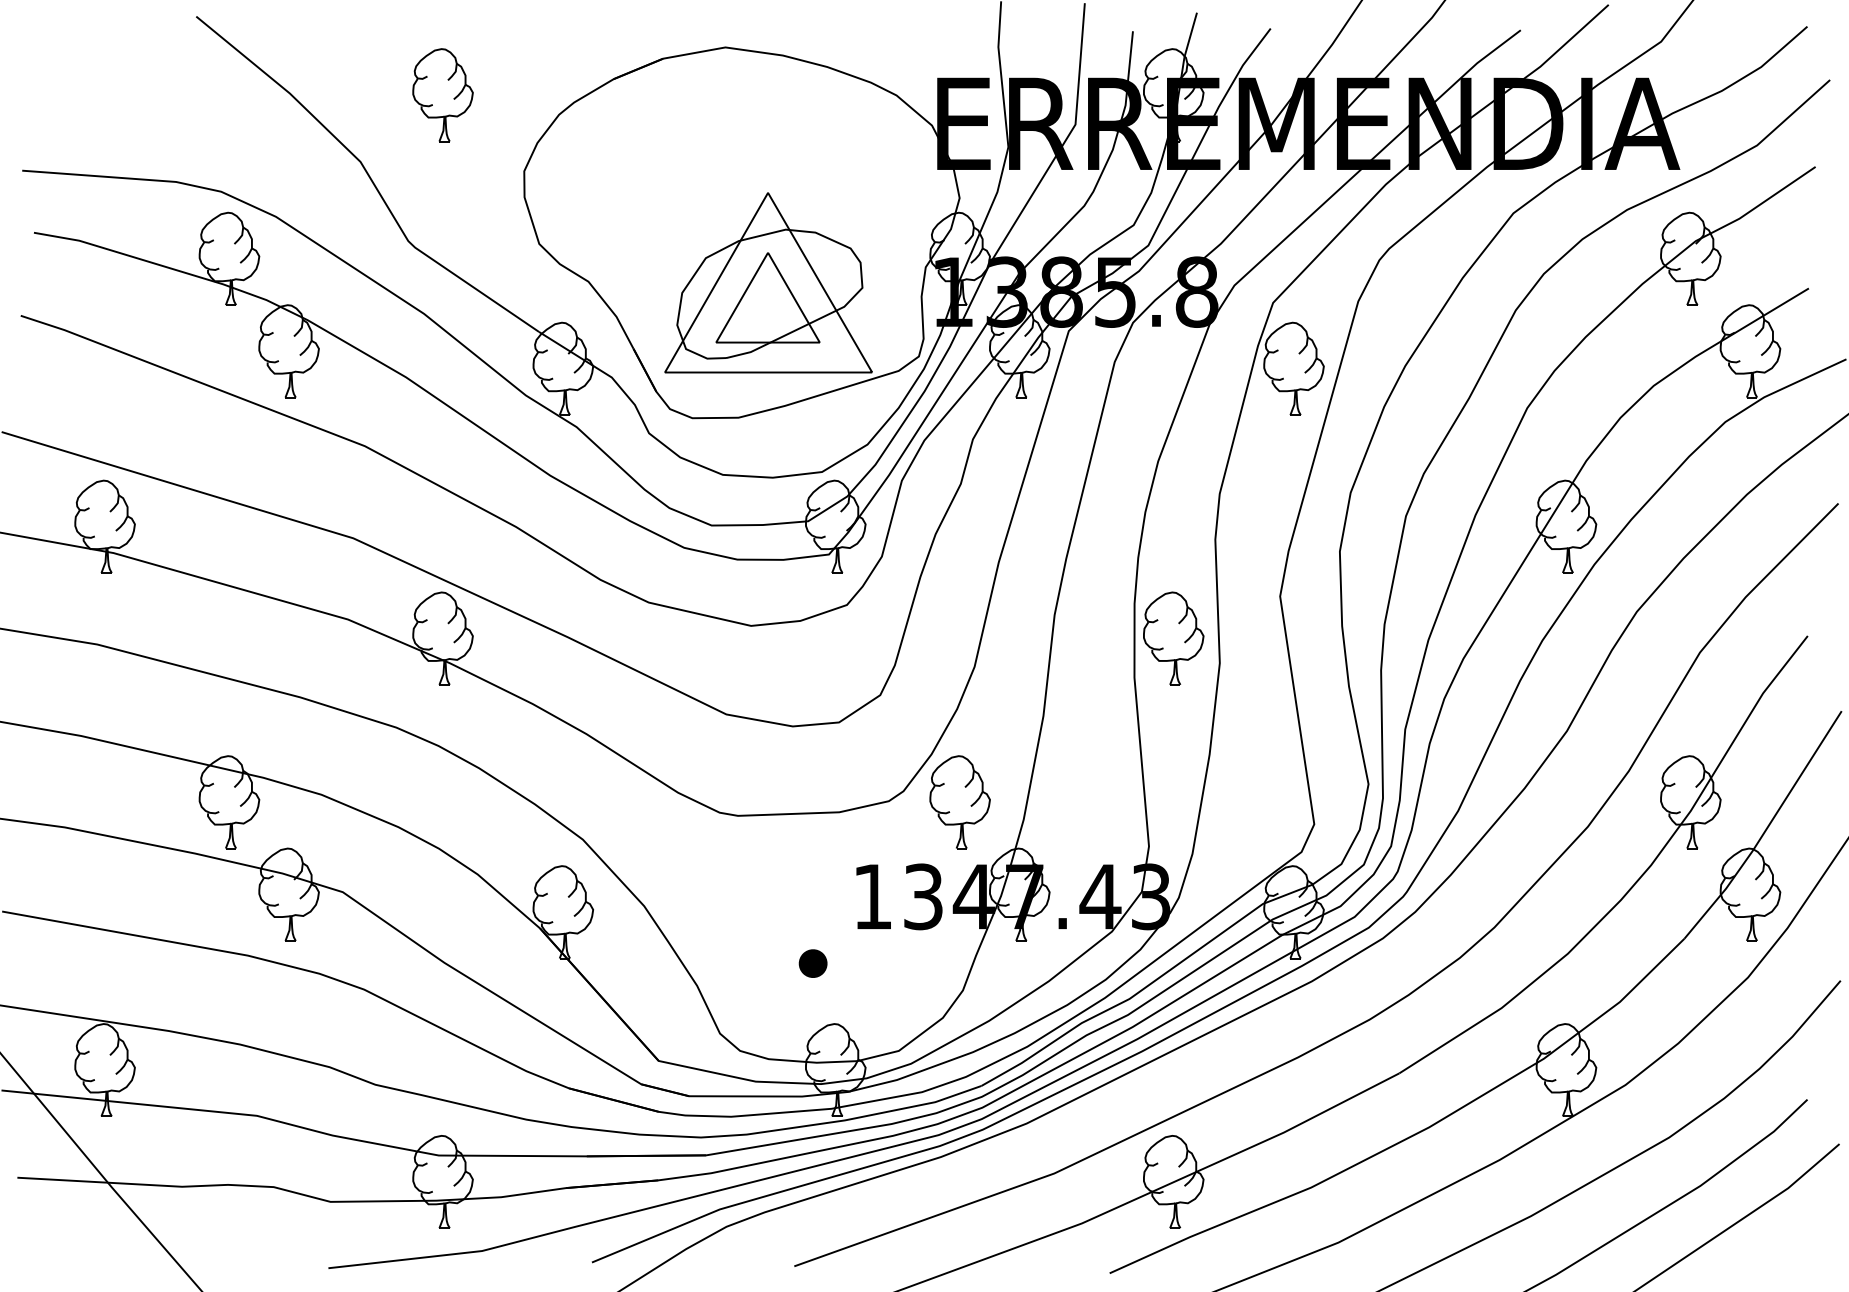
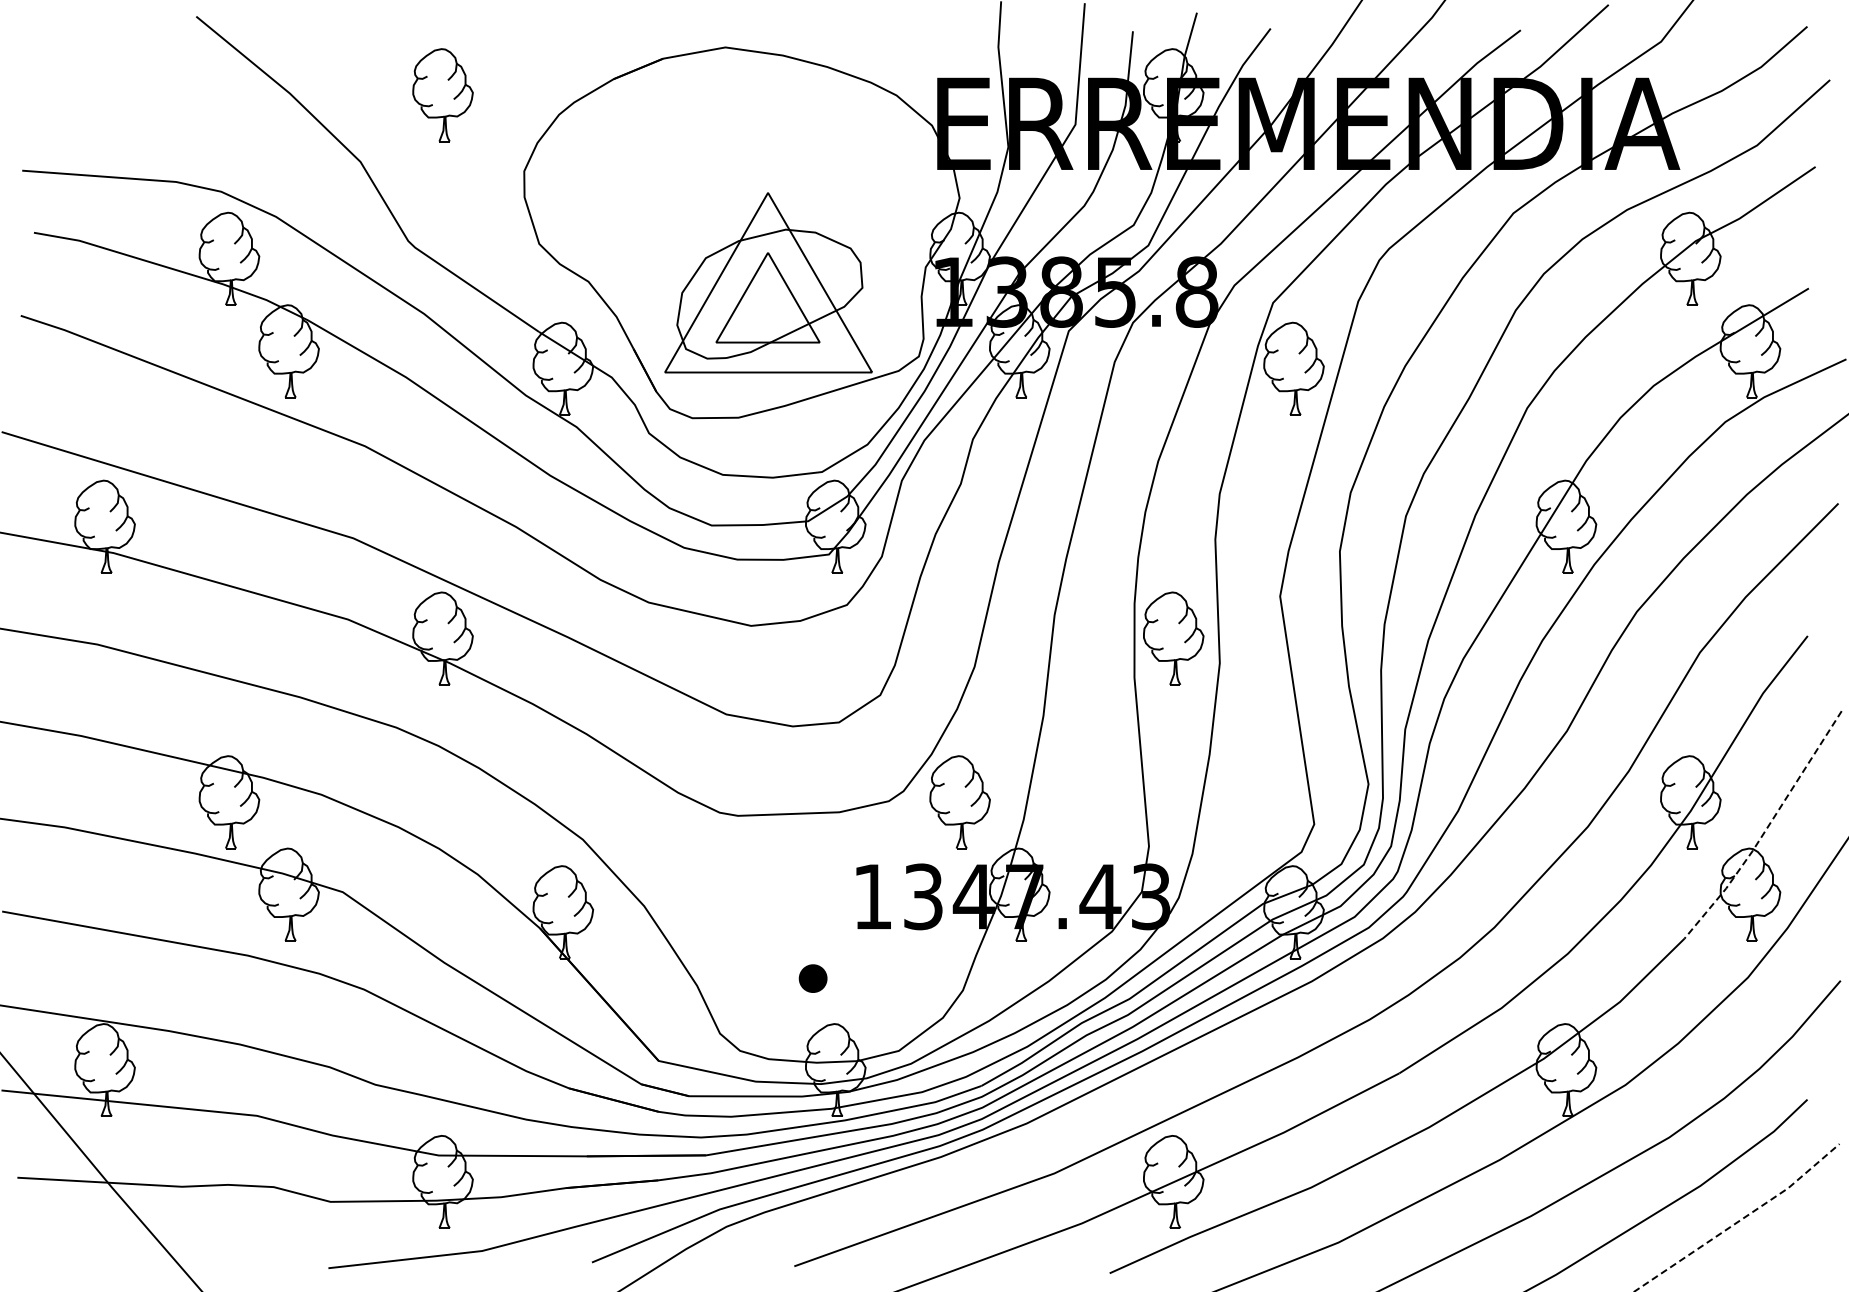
line at (1766, 829): solid -> dashed
part at (812, 963) position: (812, 963) -> (812, 978)
line at (1740, 1220): solid -> dashed
